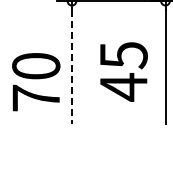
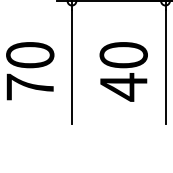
text at (123, 55): 45 -> 40
line at (71, 66): dashed -> solid
text at (36, 82) position: (36, 82) -> (30, 71)
